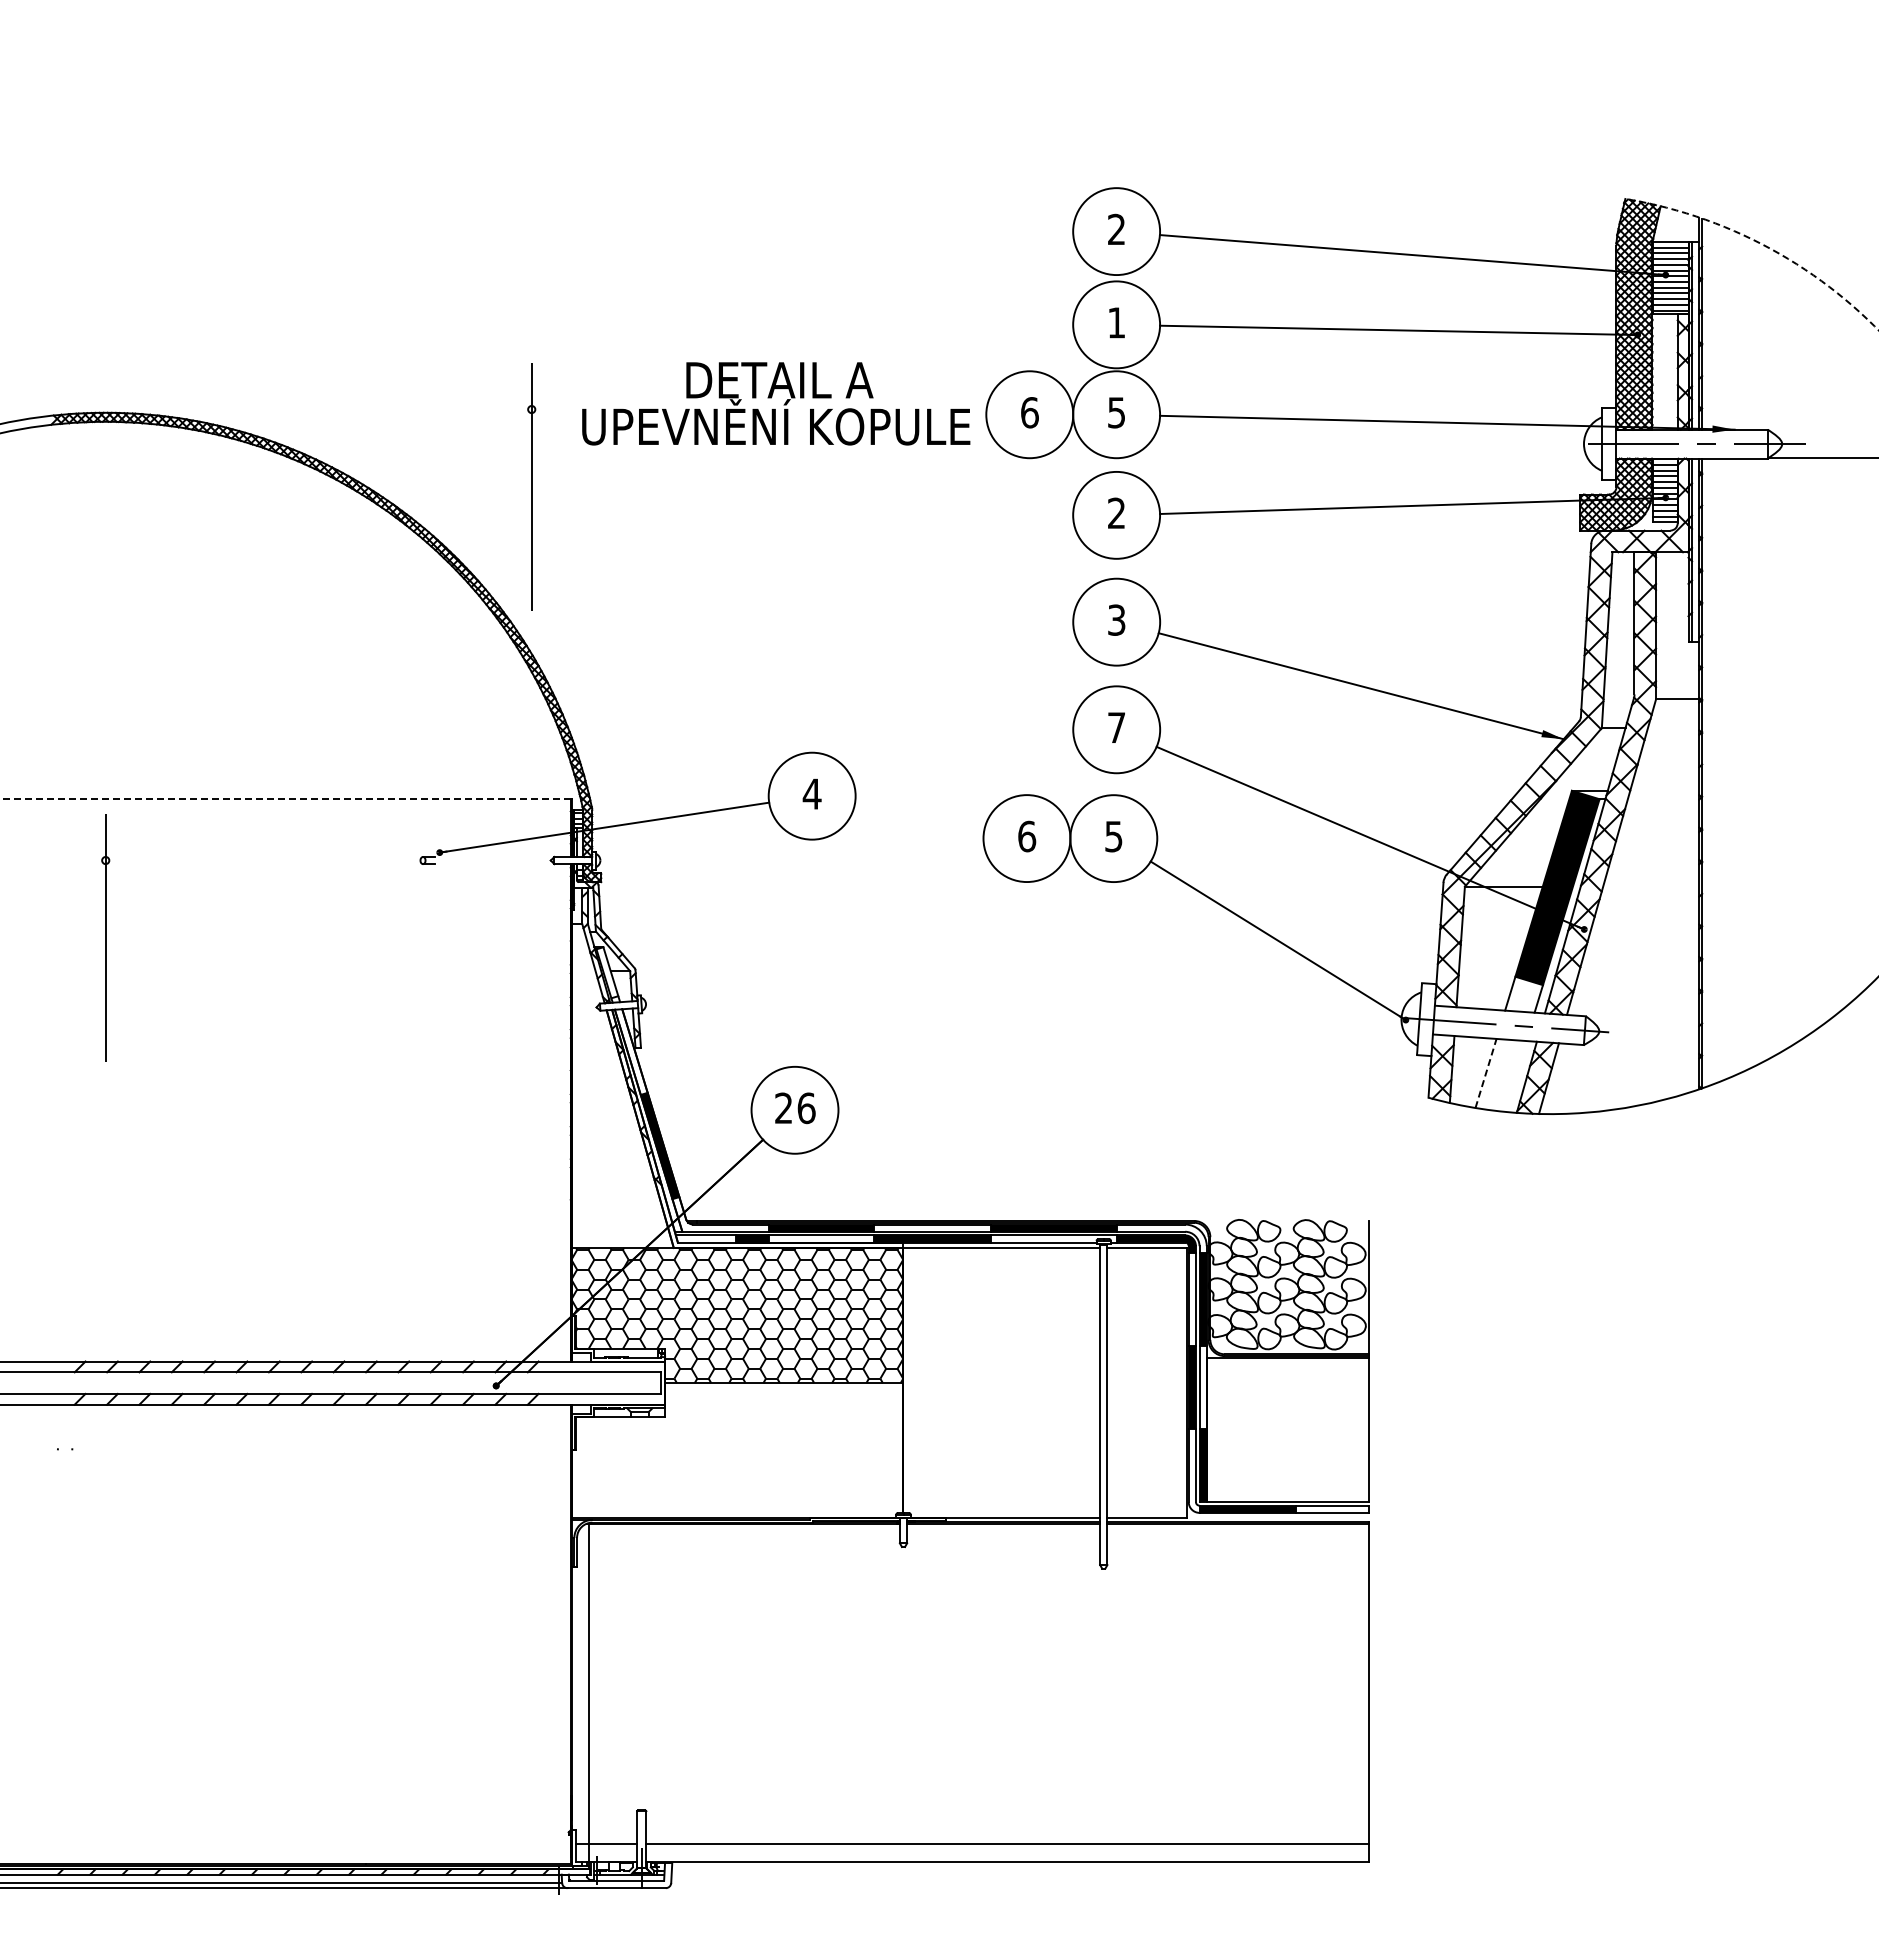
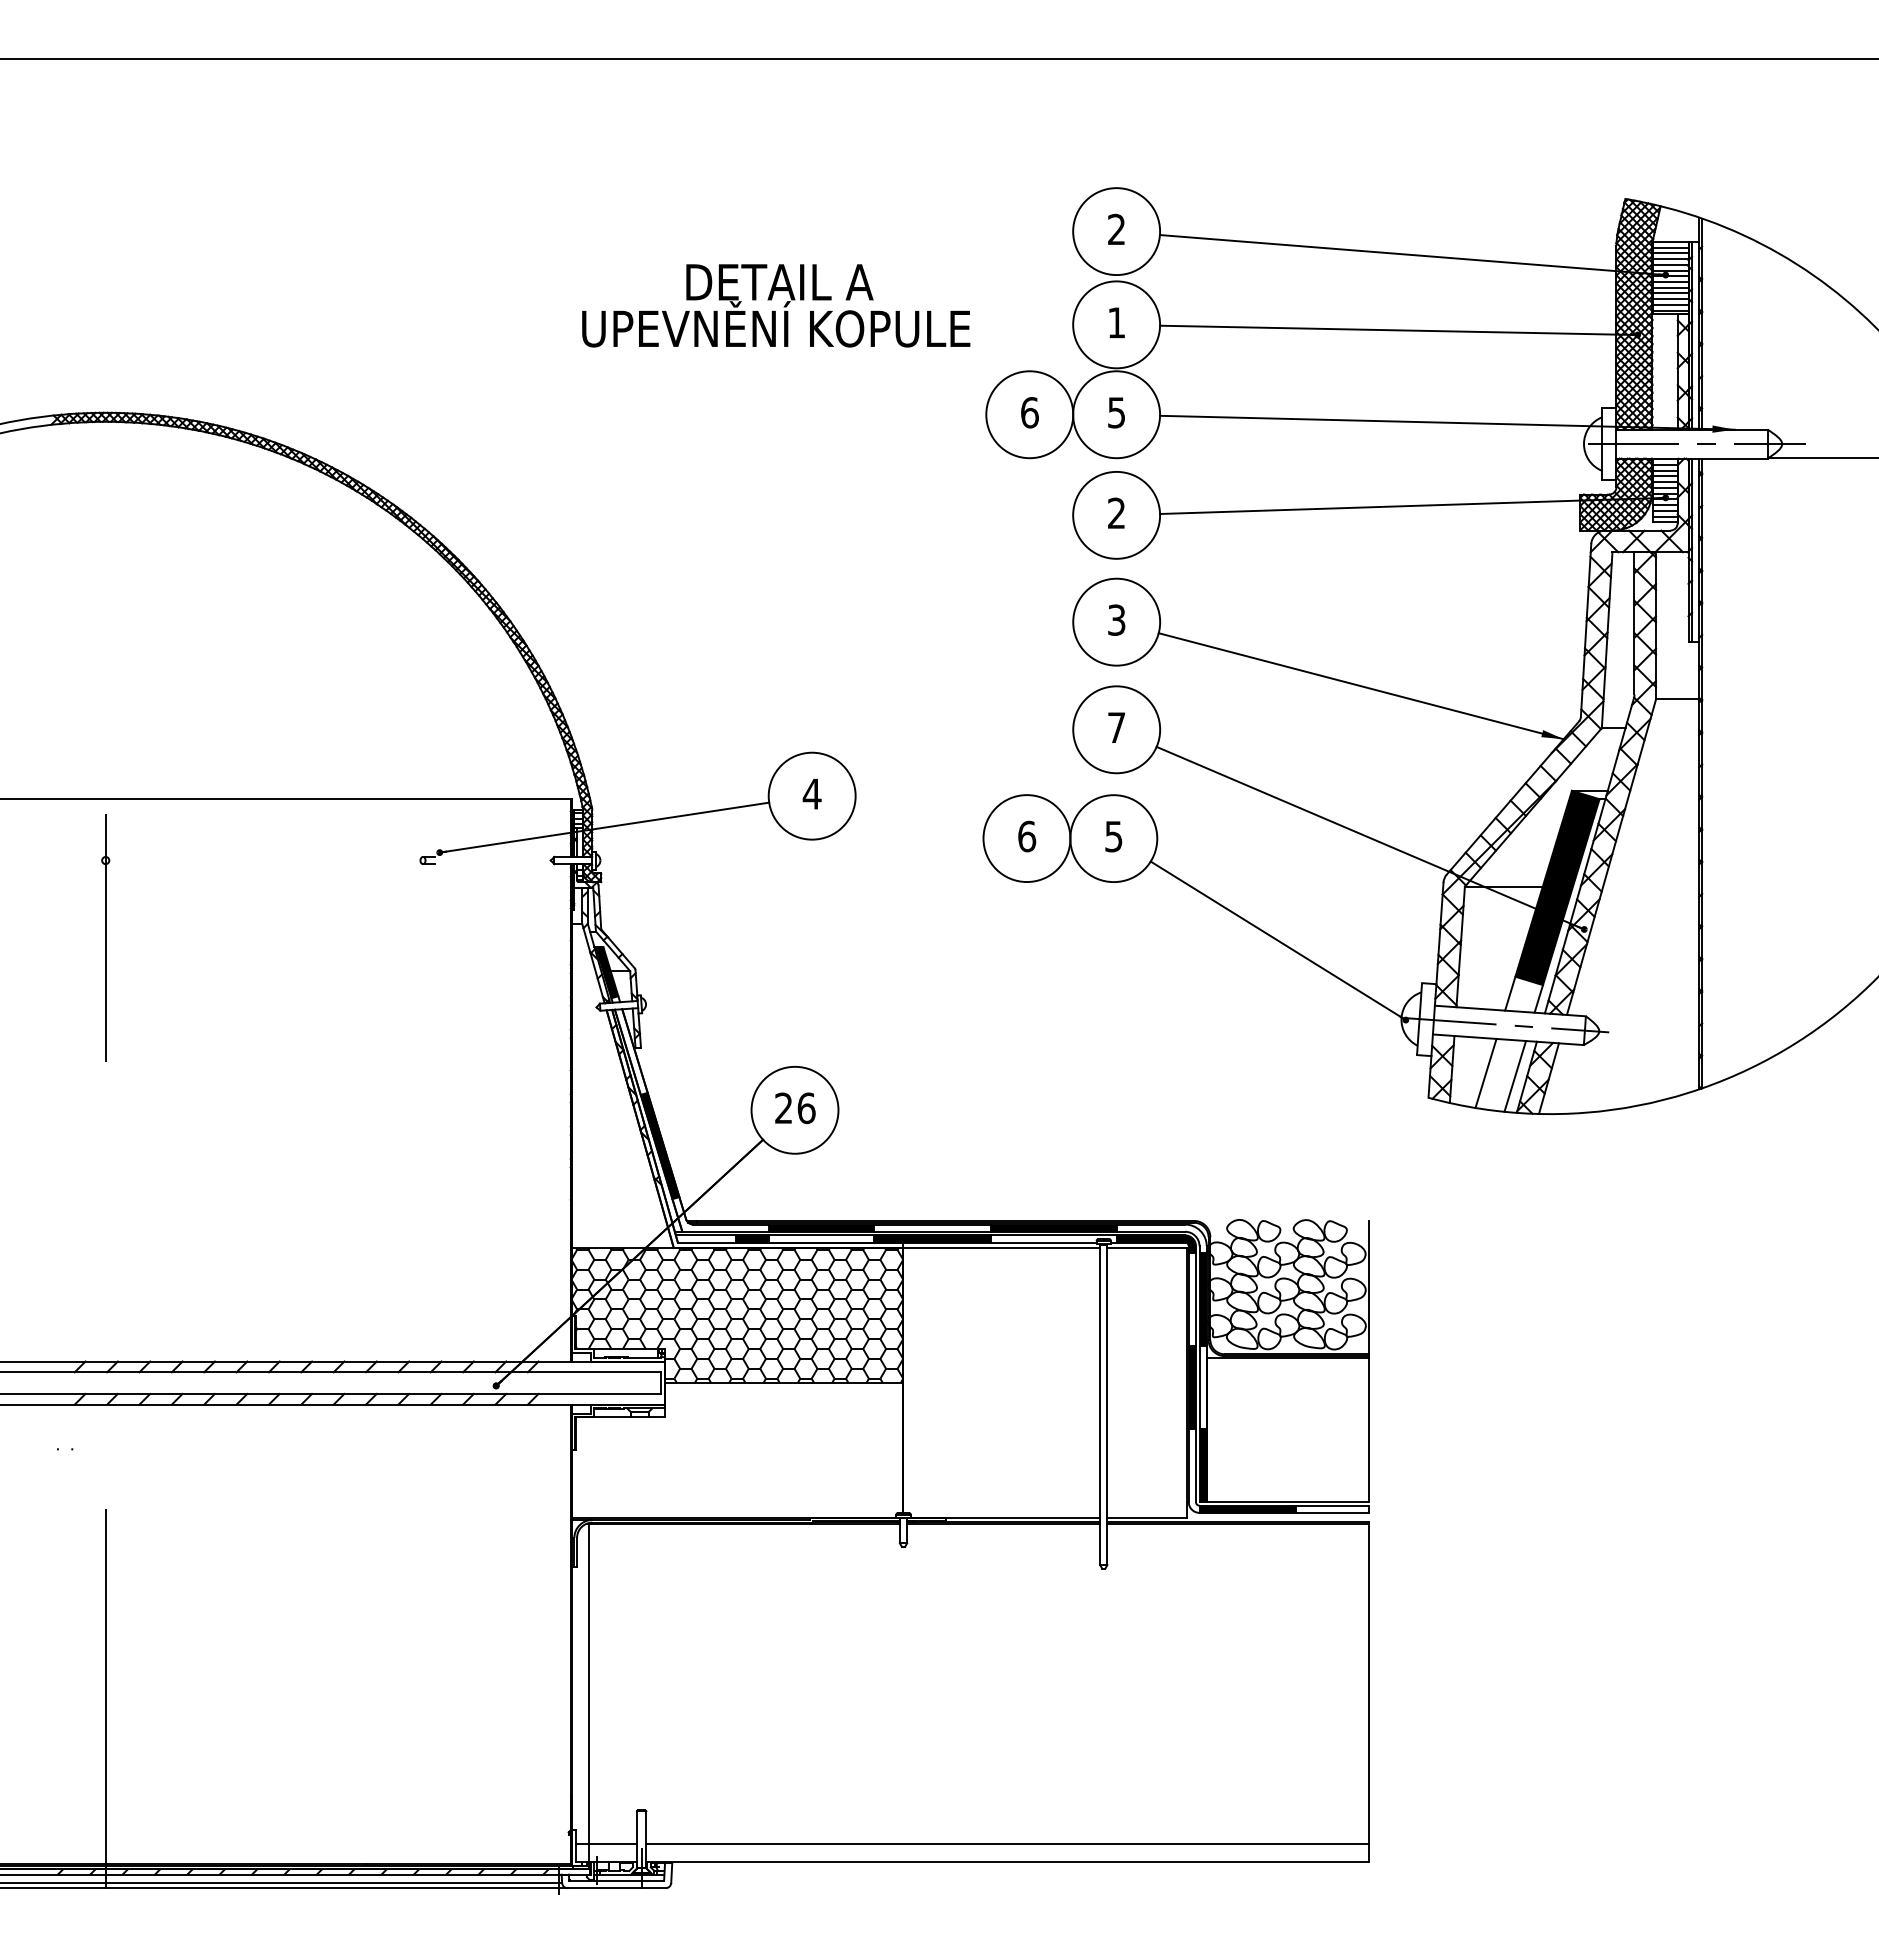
line at (938, 58): none -> present
arc at (1761, 244): dashed -> solid
text at (776, 403) position: (776, 403) -> (776, 305)
part at (531, 486): present -> none
line at (284, 799): dashed -> solid
fill at (607, 972): none -> present
line at (1486, 1073): dashed -> solid
line at (1515, 1076): none -> present
line at (105, 1699): none -> present
